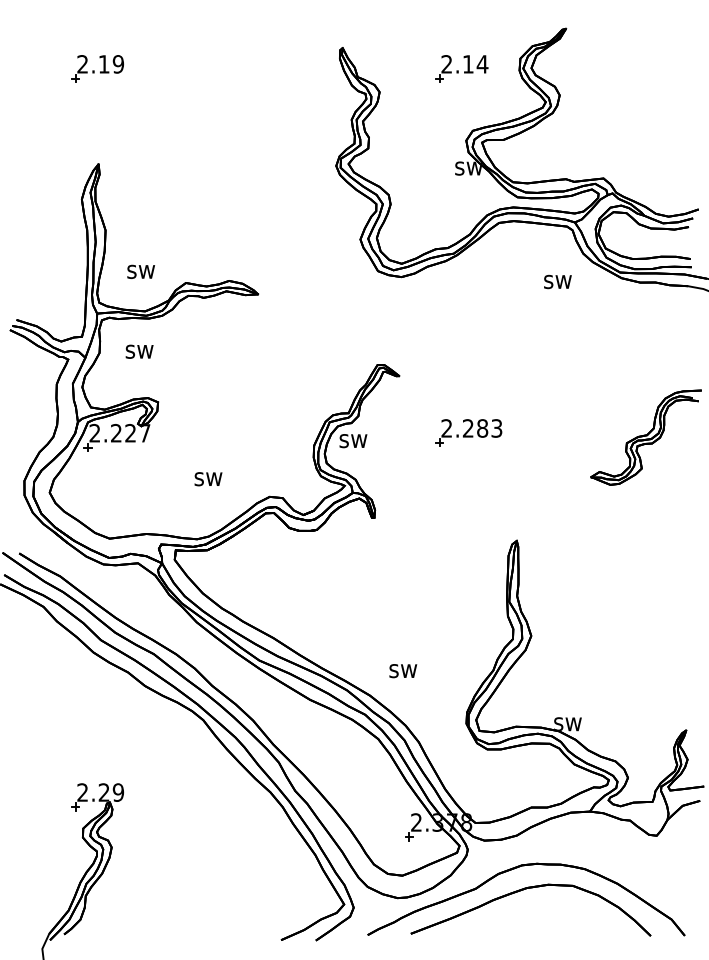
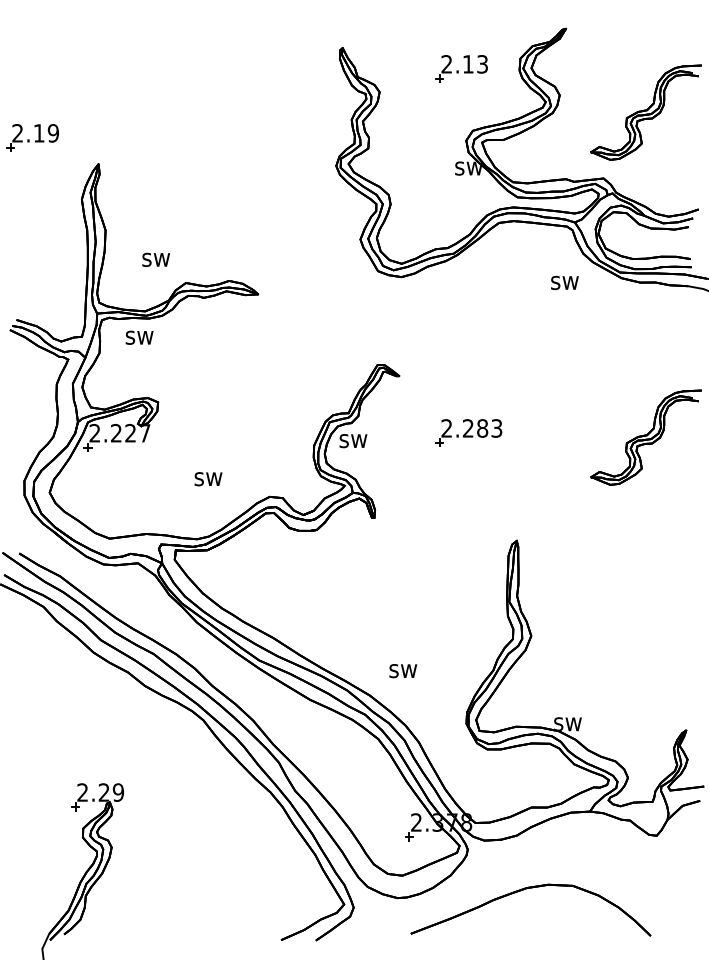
text at (482, 64): 2.14 -> 2.13
part at (97, 68) position: (97, 68) -> (32, 137)
part at (645, 112): none -> present
text at (140, 271) position: (140, 271) -> (155, 259)
text at (557, 281) position: (557, 281) -> (564, 282)
text at (139, 351) position: (139, 351) -> (139, 337)
part at (517, 868): present -> none
